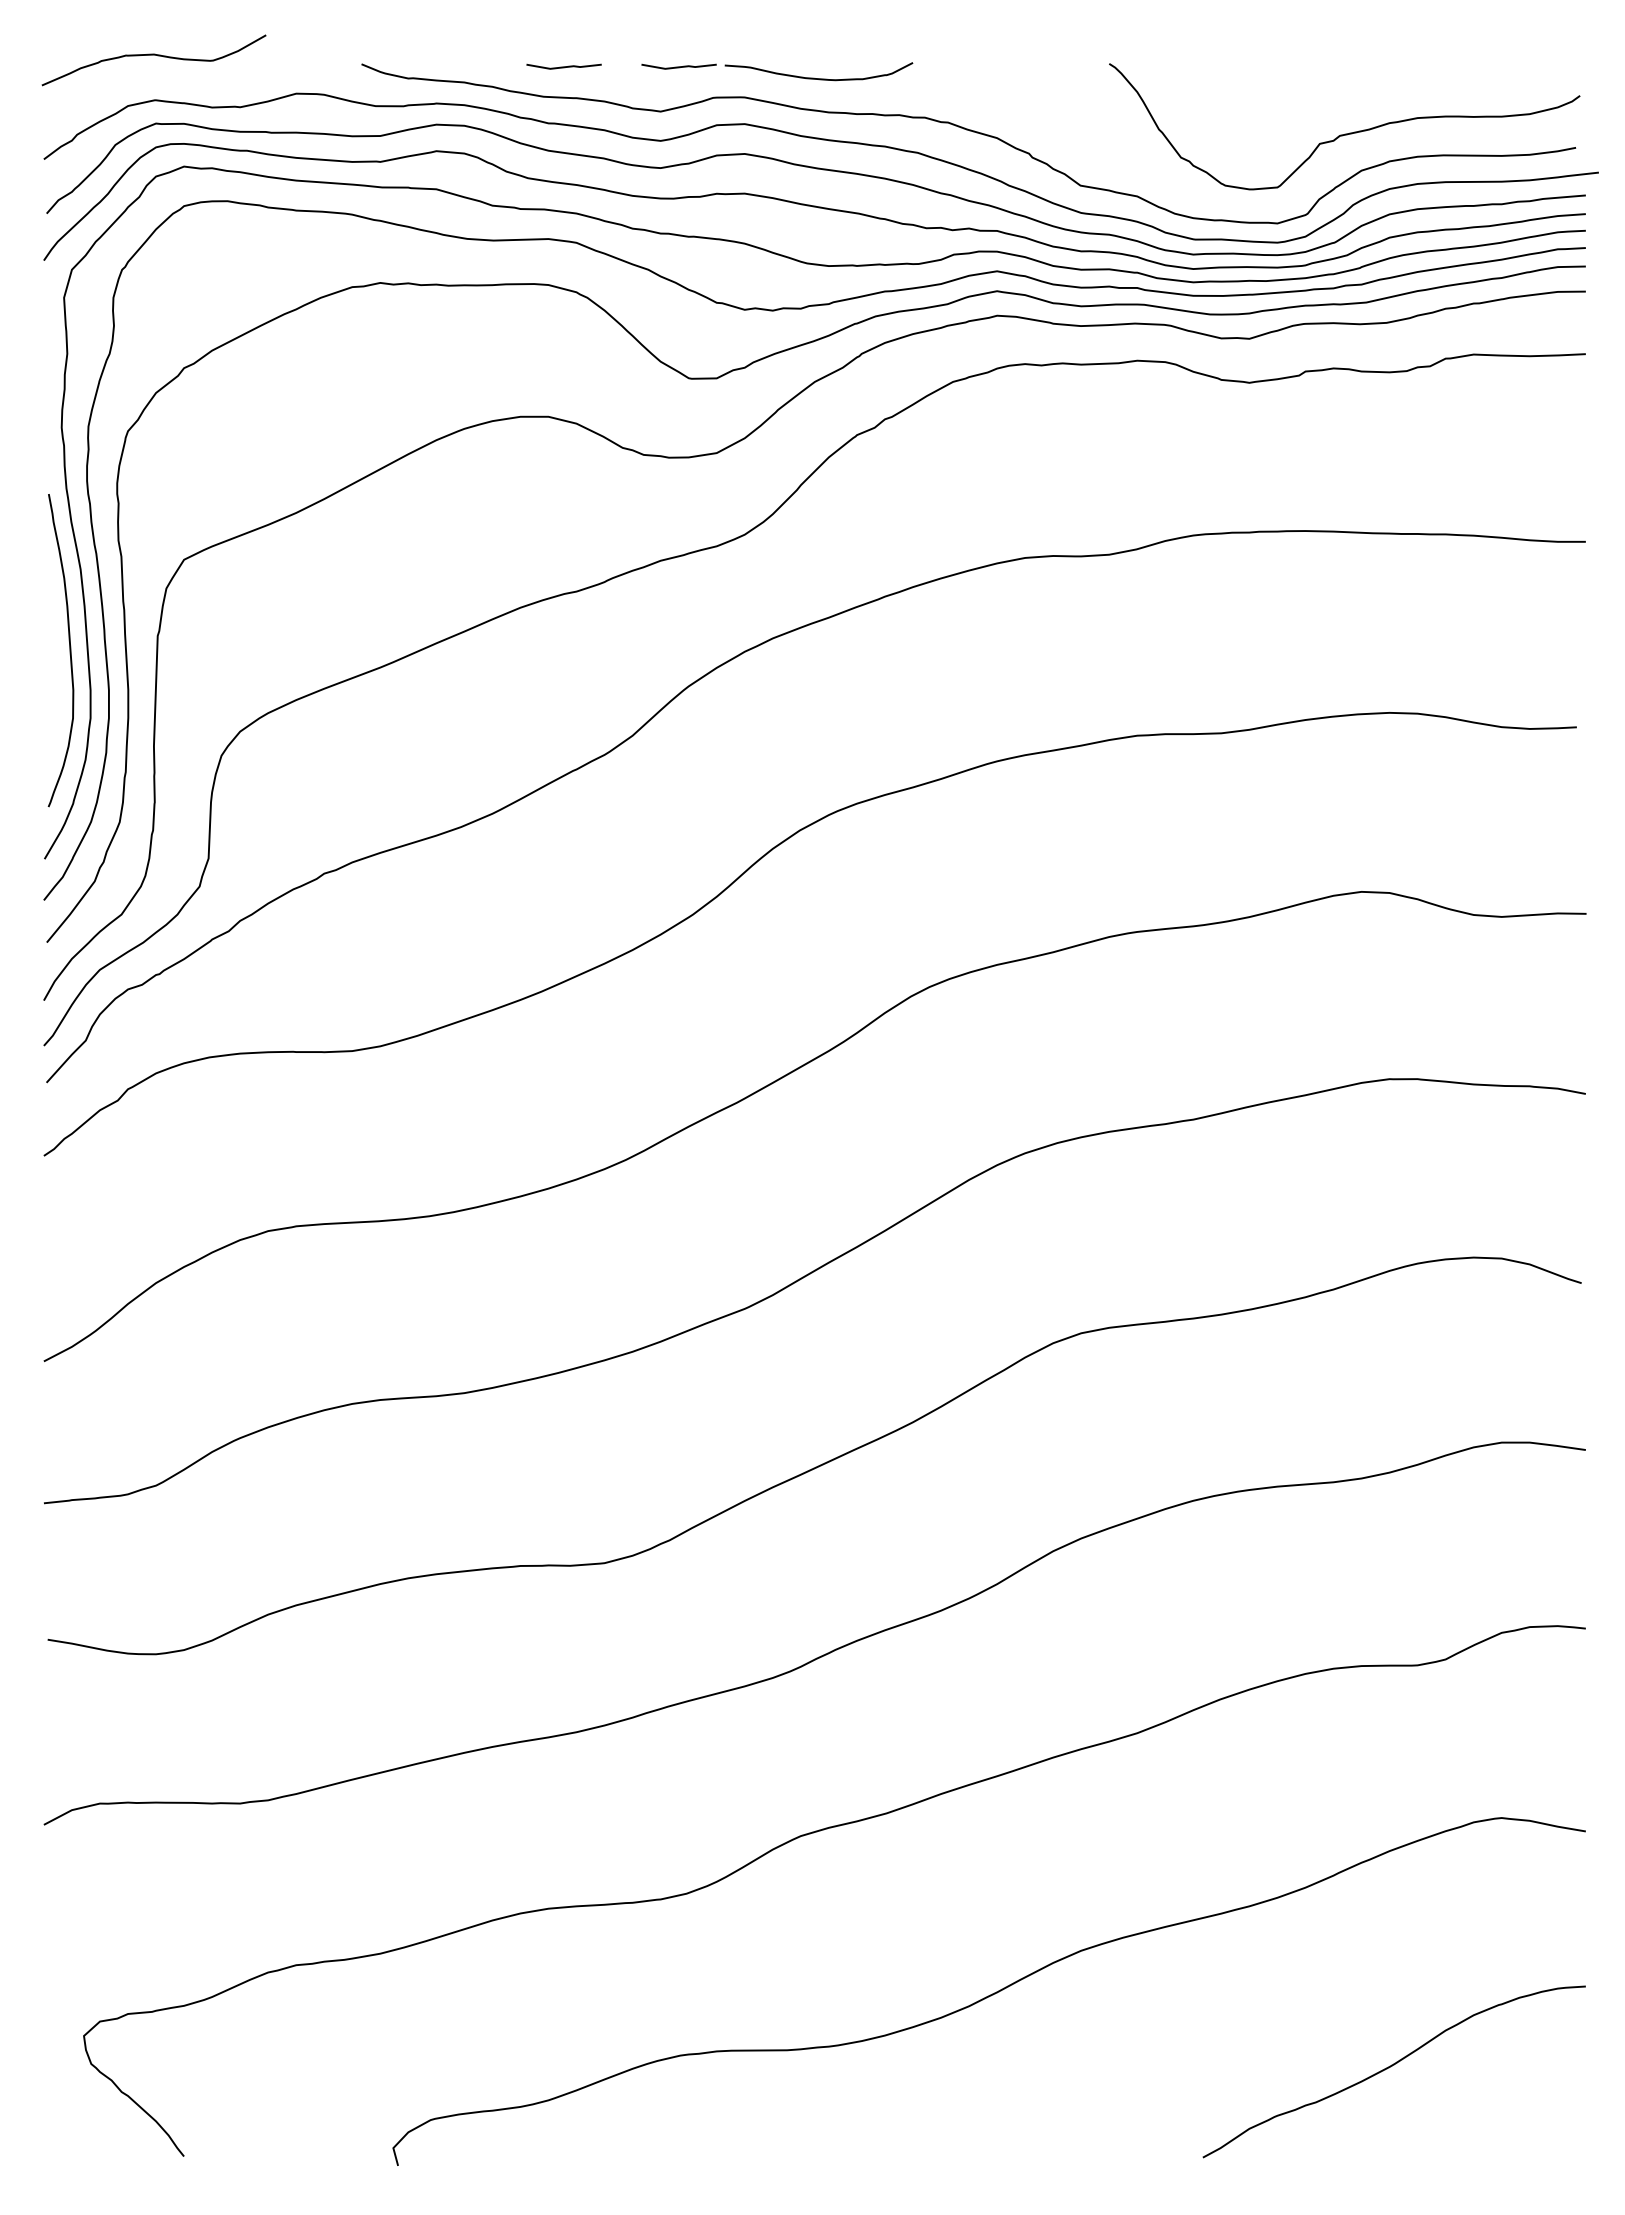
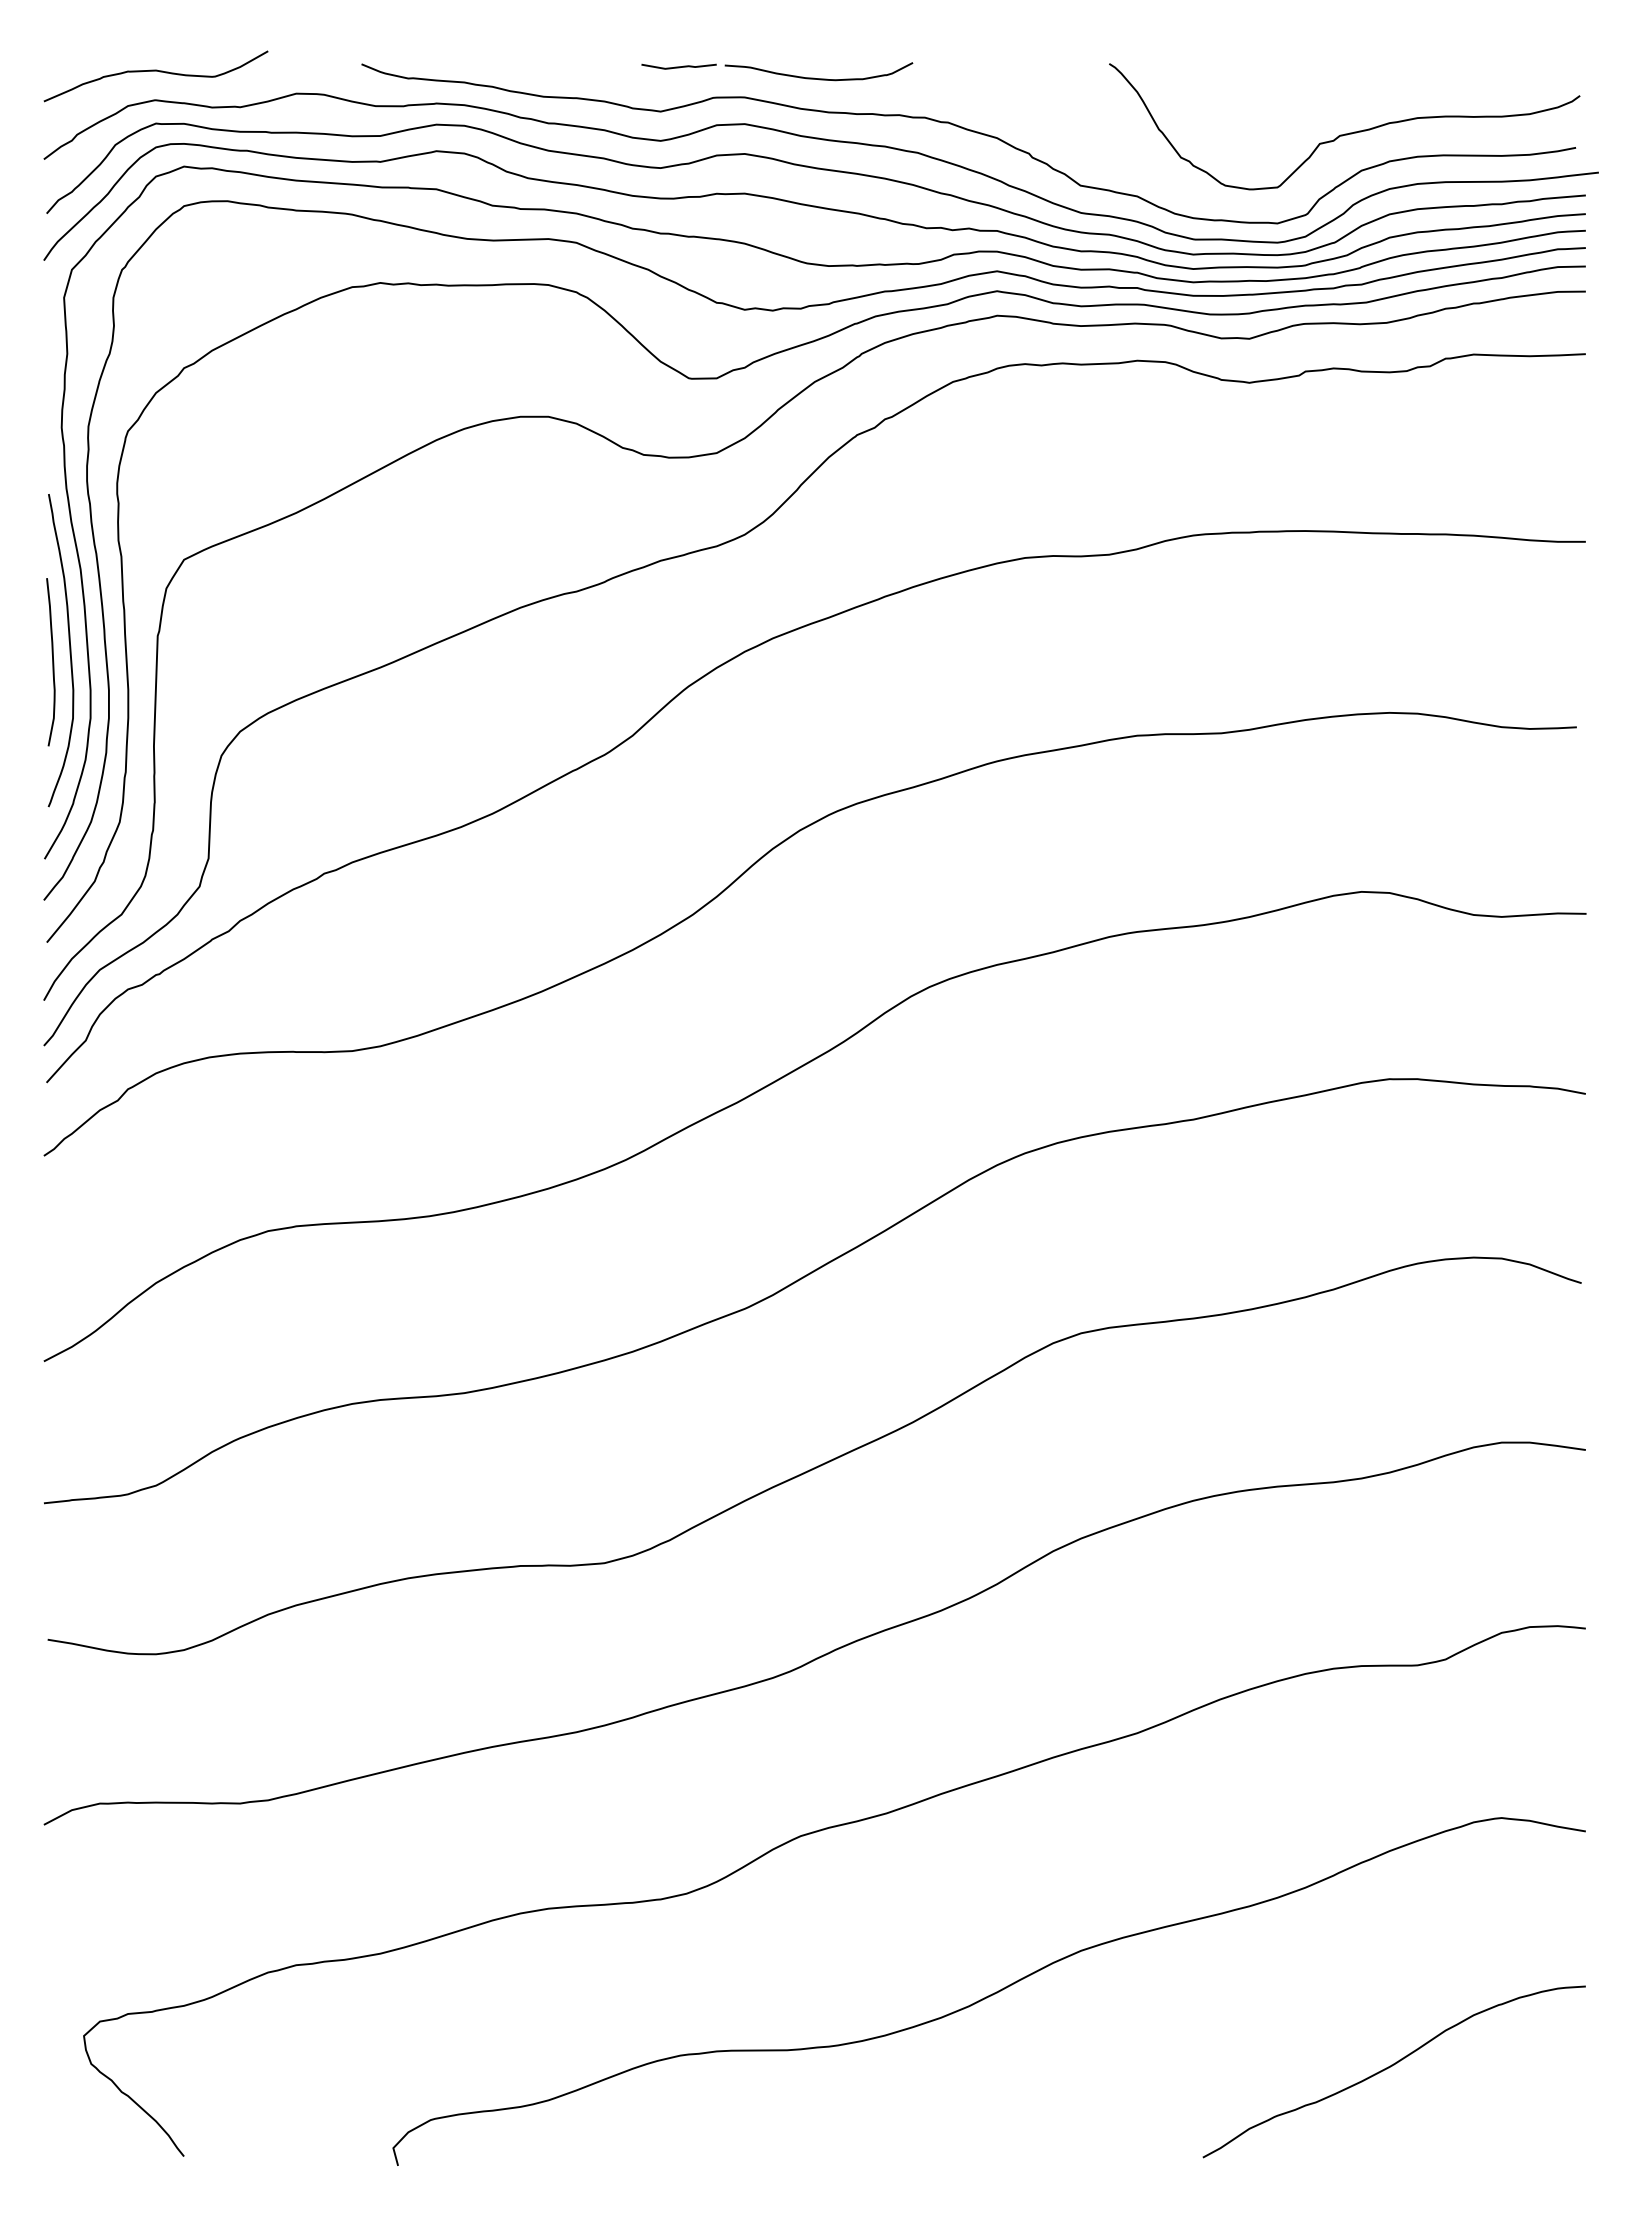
curve at (153, 55) position: (153, 55) -> (155, 71)
line at (563, 66): present -> none
curve at (52, 662): none -> present
